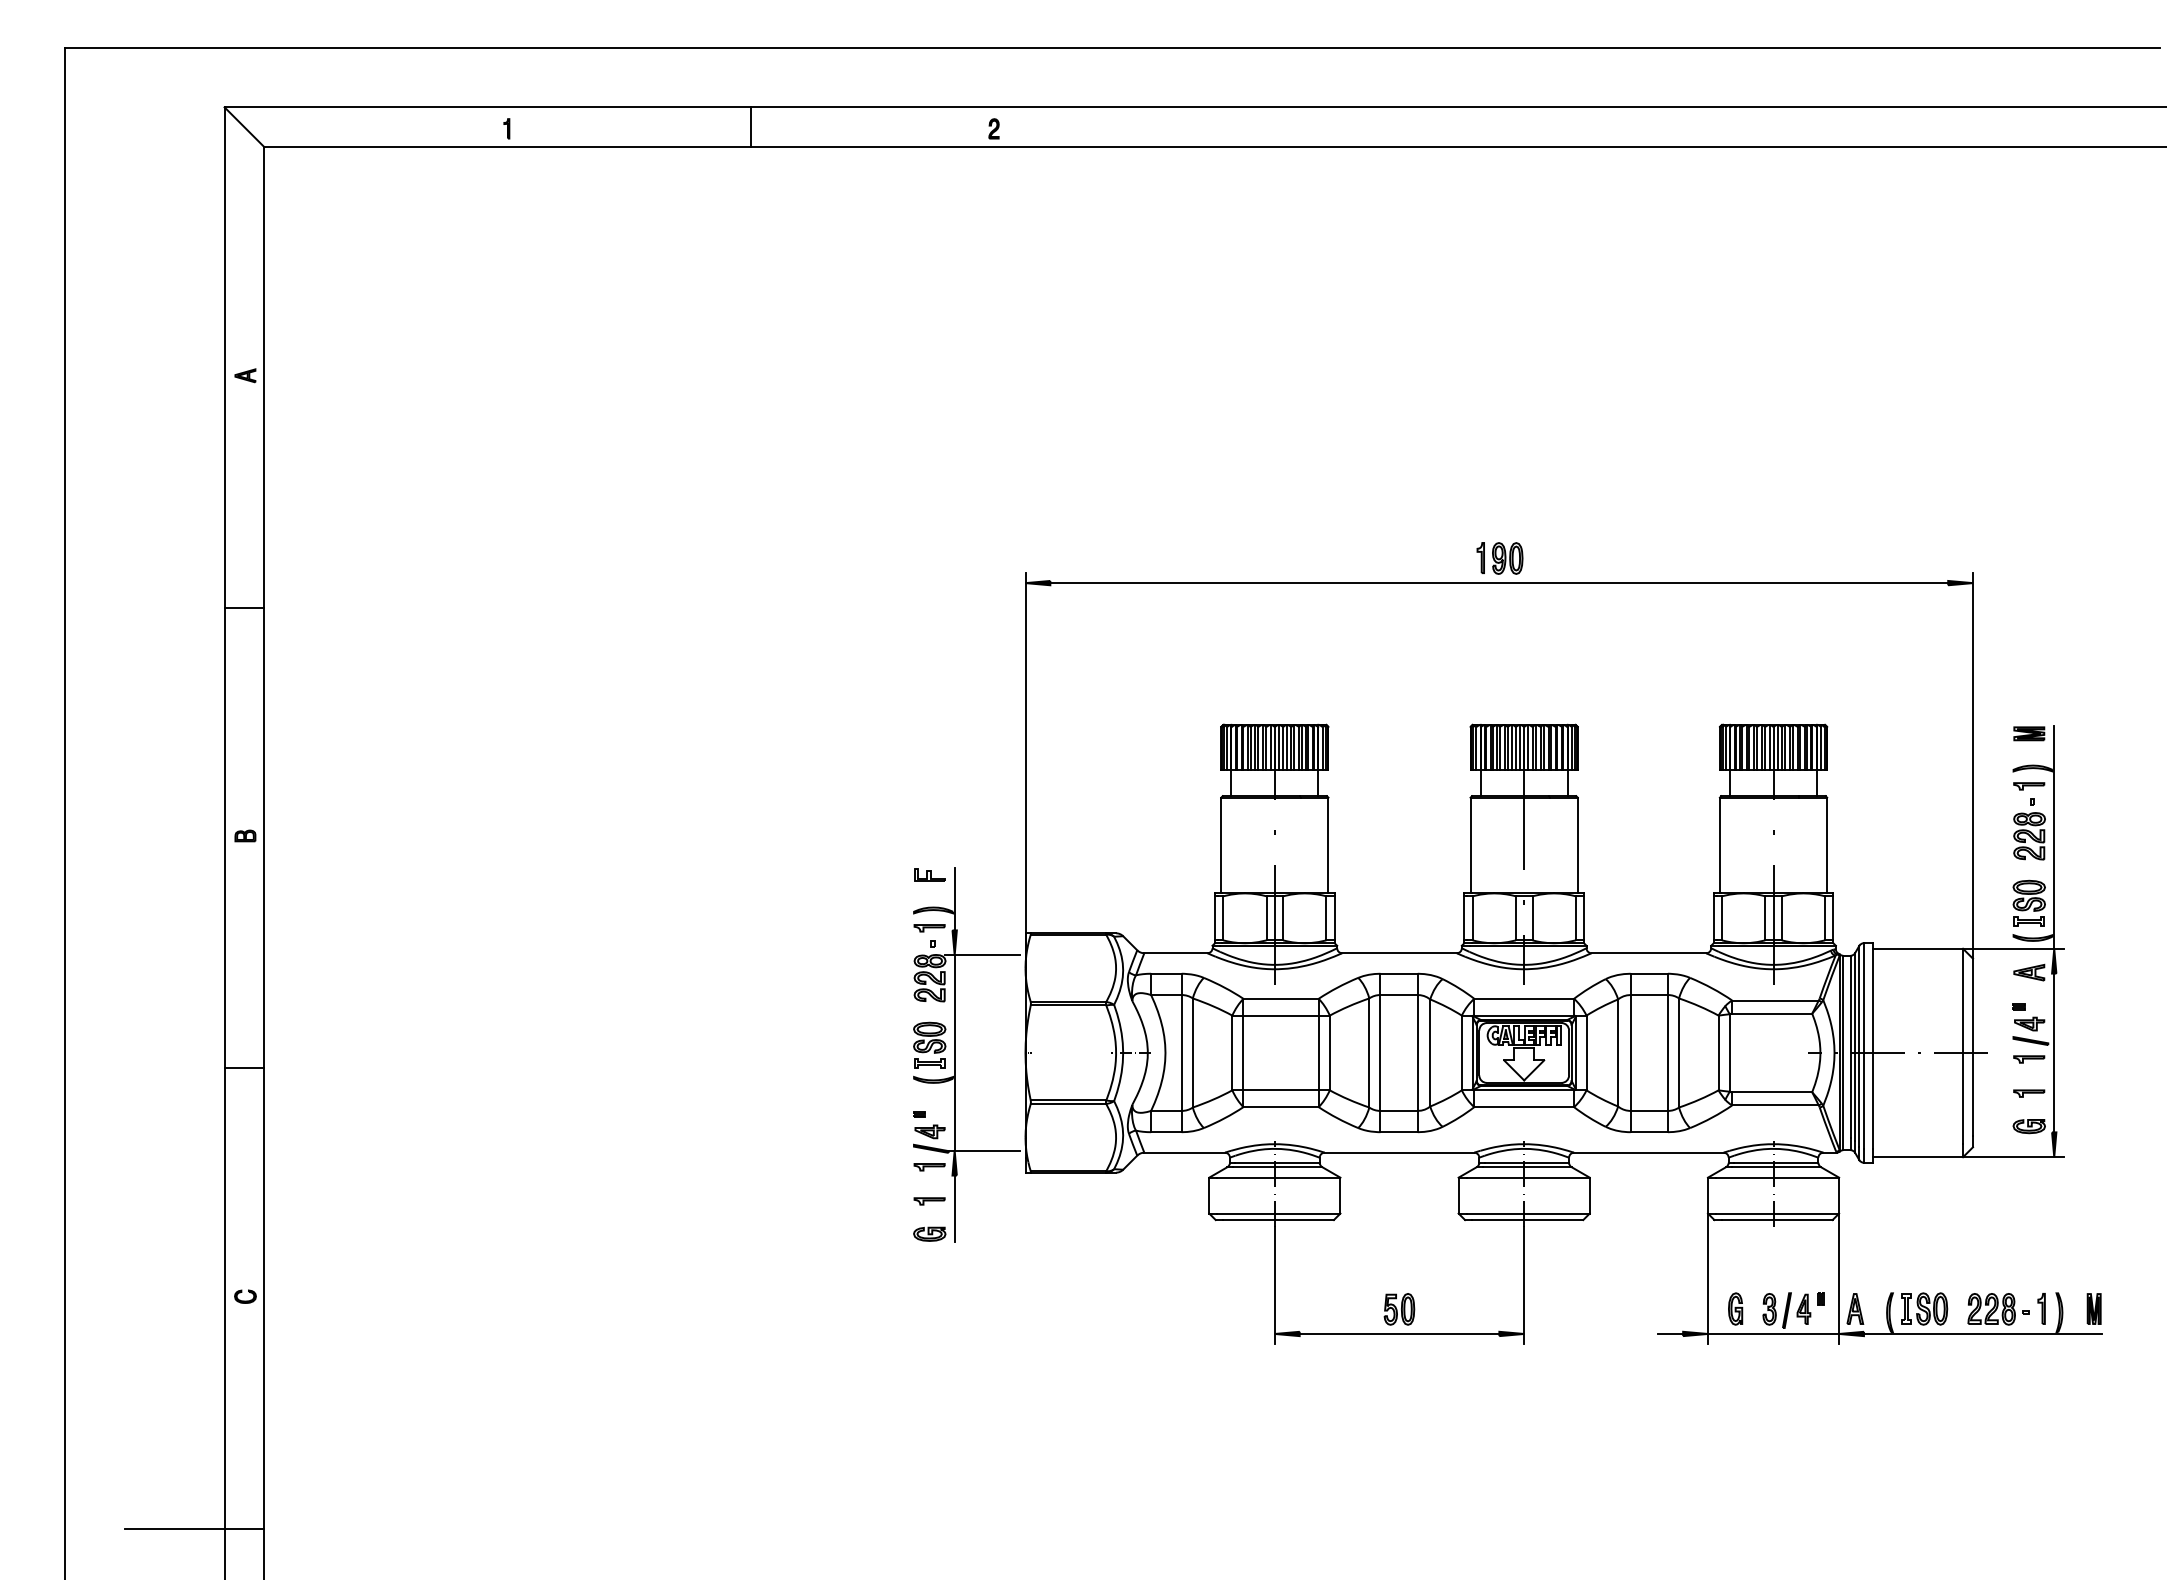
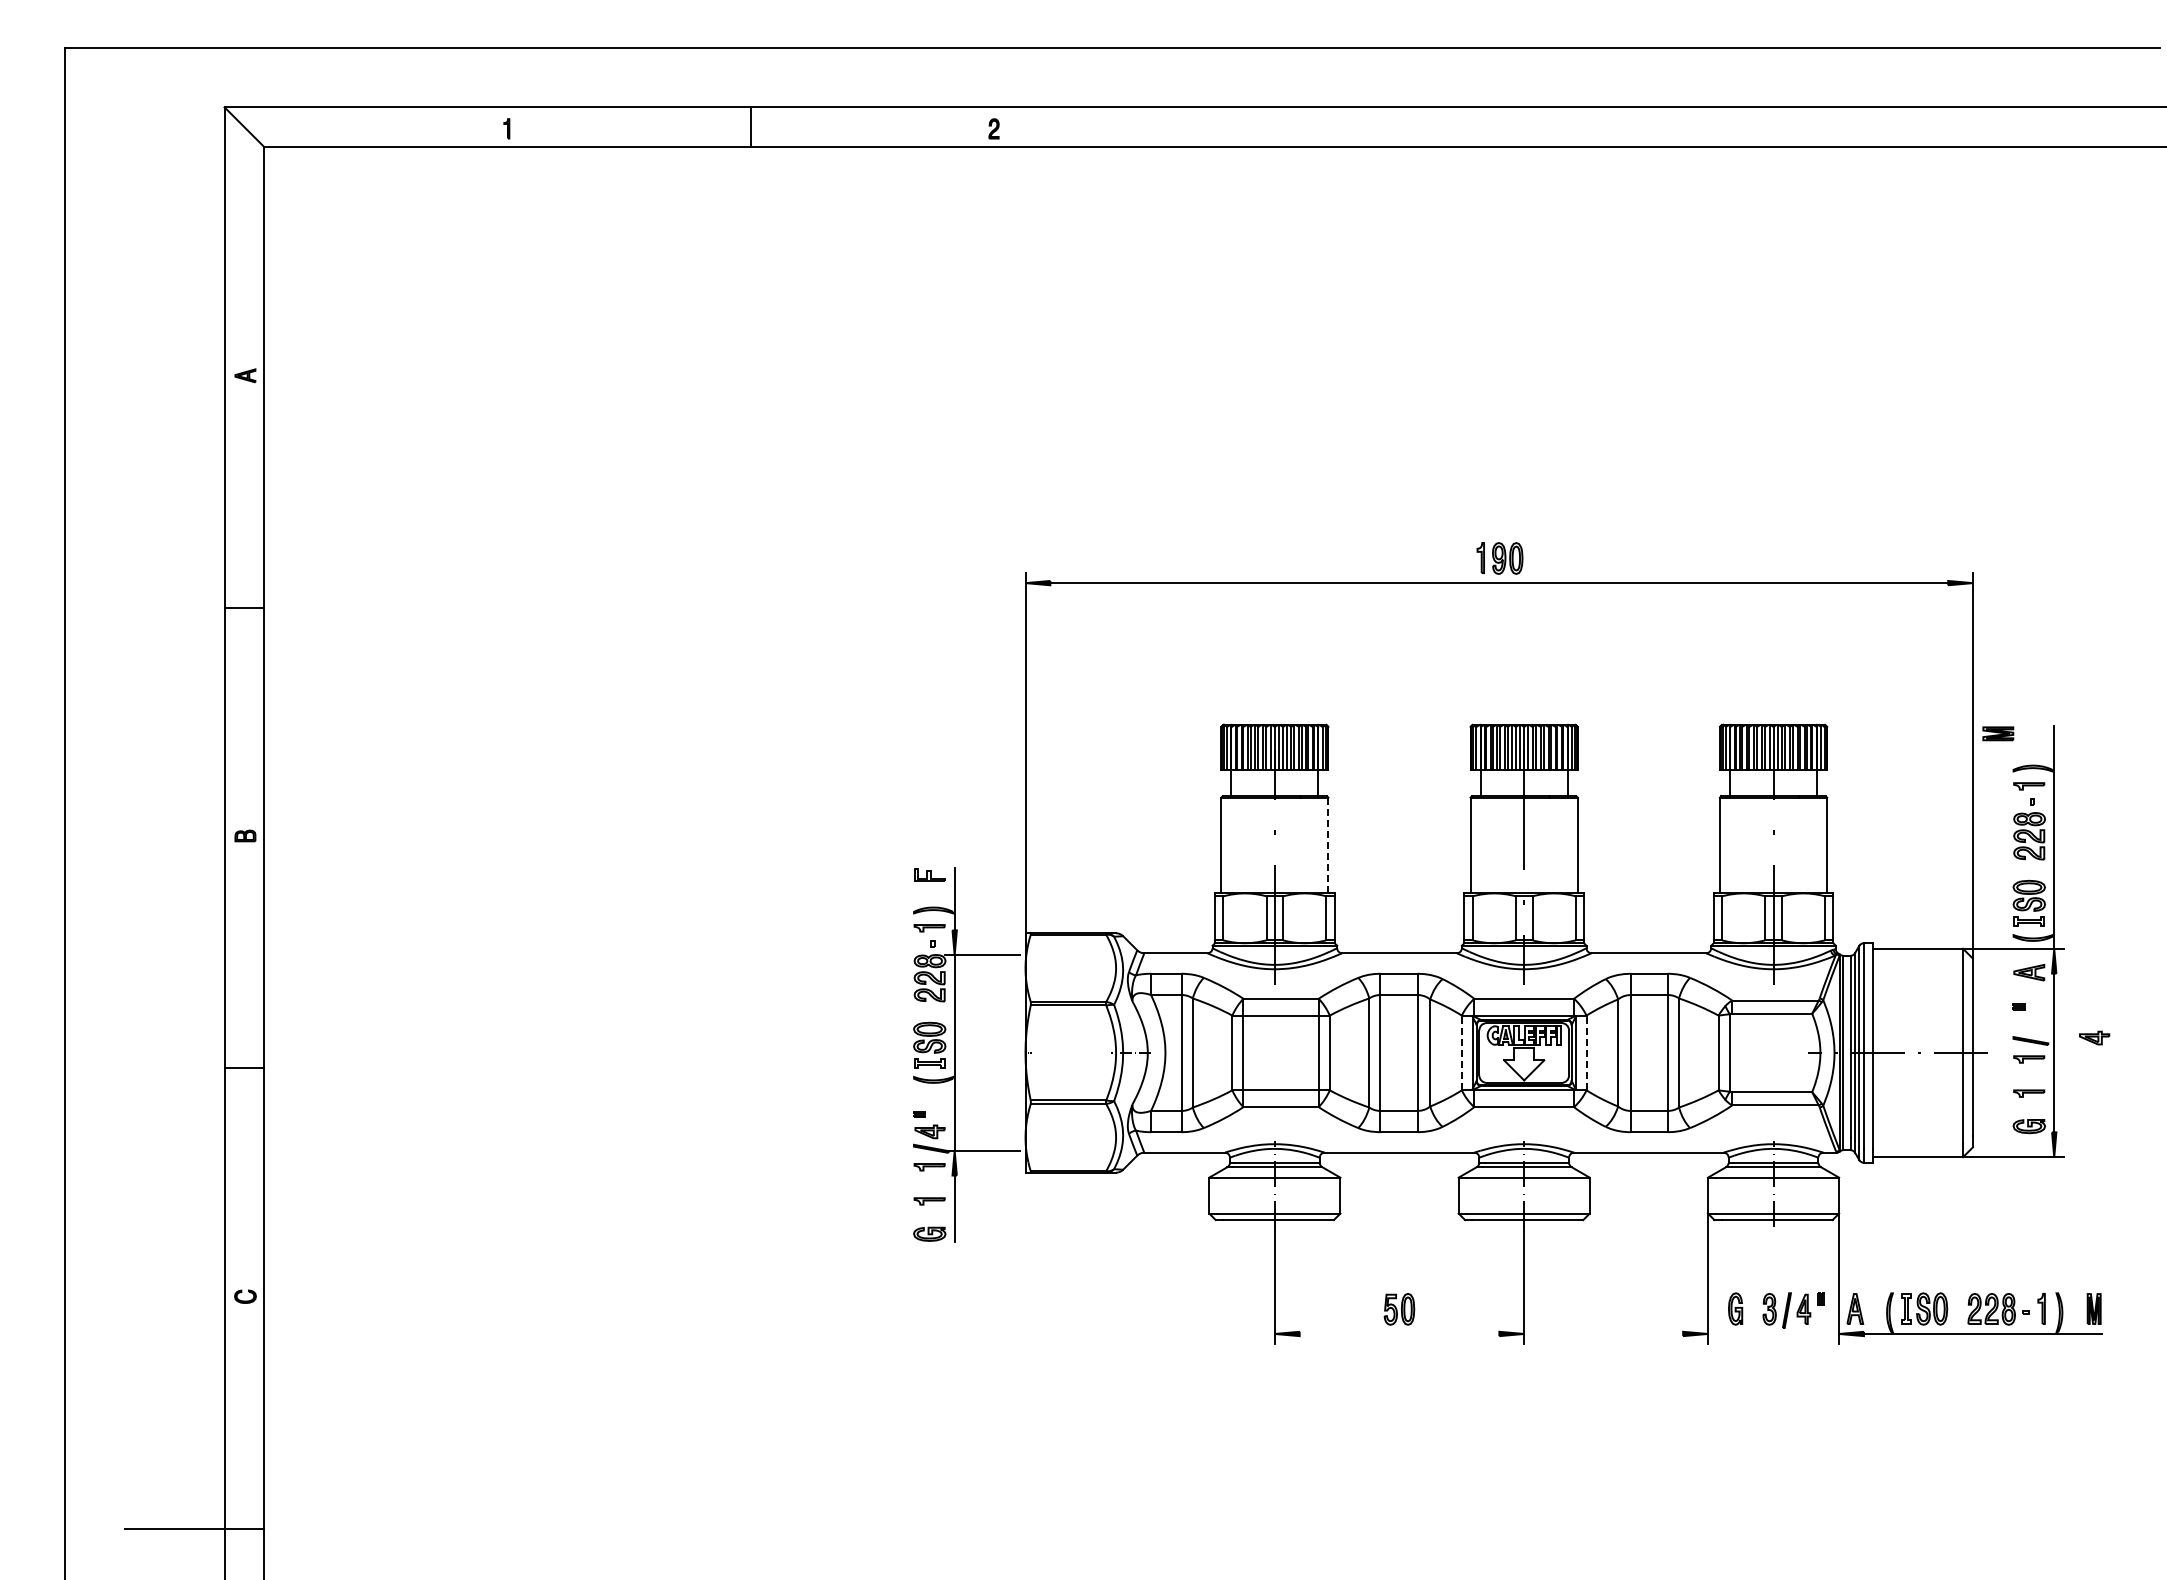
part at (2029, 733) position: (2029, 733) -> (1998, 733)
line at (1328, 845): solid -> dashed
part at (2029, 1023) position: (2029, 1023) -> (2094, 1037)
line at (1461, 1052): solid -> dashed
line at (1586, 1052): solid -> dashed
line at (1399, 1333): present -> none
line at (1670, 1333): present -> none
line at (1773, 1333): present -> none
